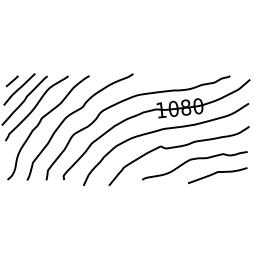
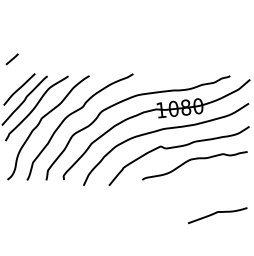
line at (11, 81) position: (11, 81) -> (11, 59)
curve at (217, 173) position: (217, 173) -> (217, 213)
